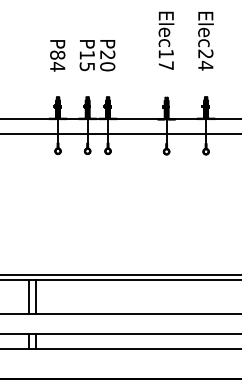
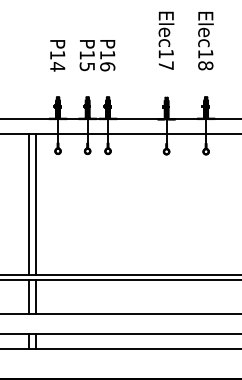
text at (57, 54): P84 -> P14
text at (205, 59): Elec24 -> Elec18
text at (107, 60): P20 -> P16
line at (28, 204): none -> present
line at (36, 204): none -> present
